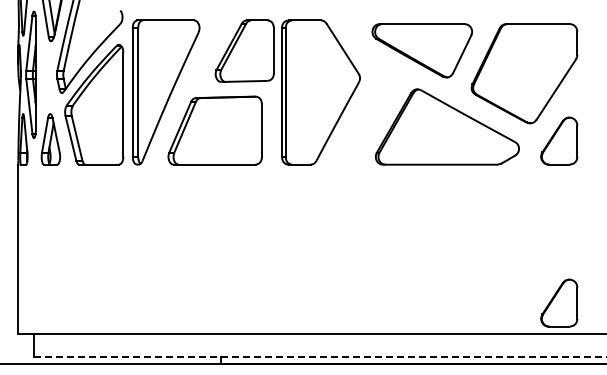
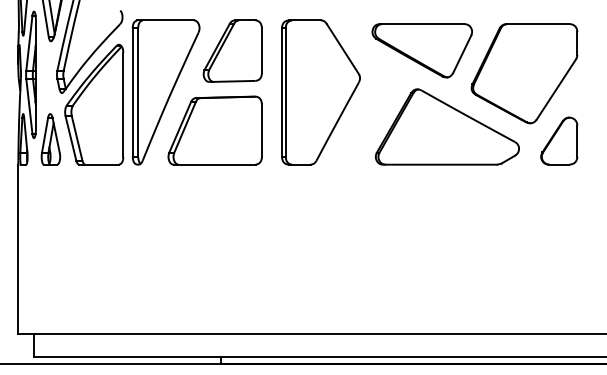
part at (244, 50) position: (244, 50) -> (232, 50)
part at (559, 302): present -> none
line at (320, 357): dashed -> solid
